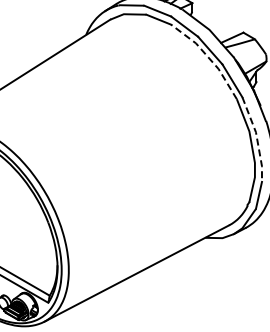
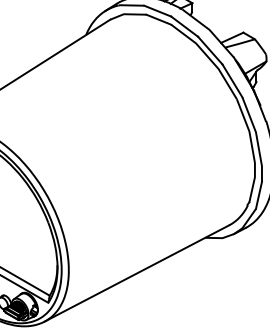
line at (208, 57): dashed -> solid
line at (257, 139): dashed -> solid
